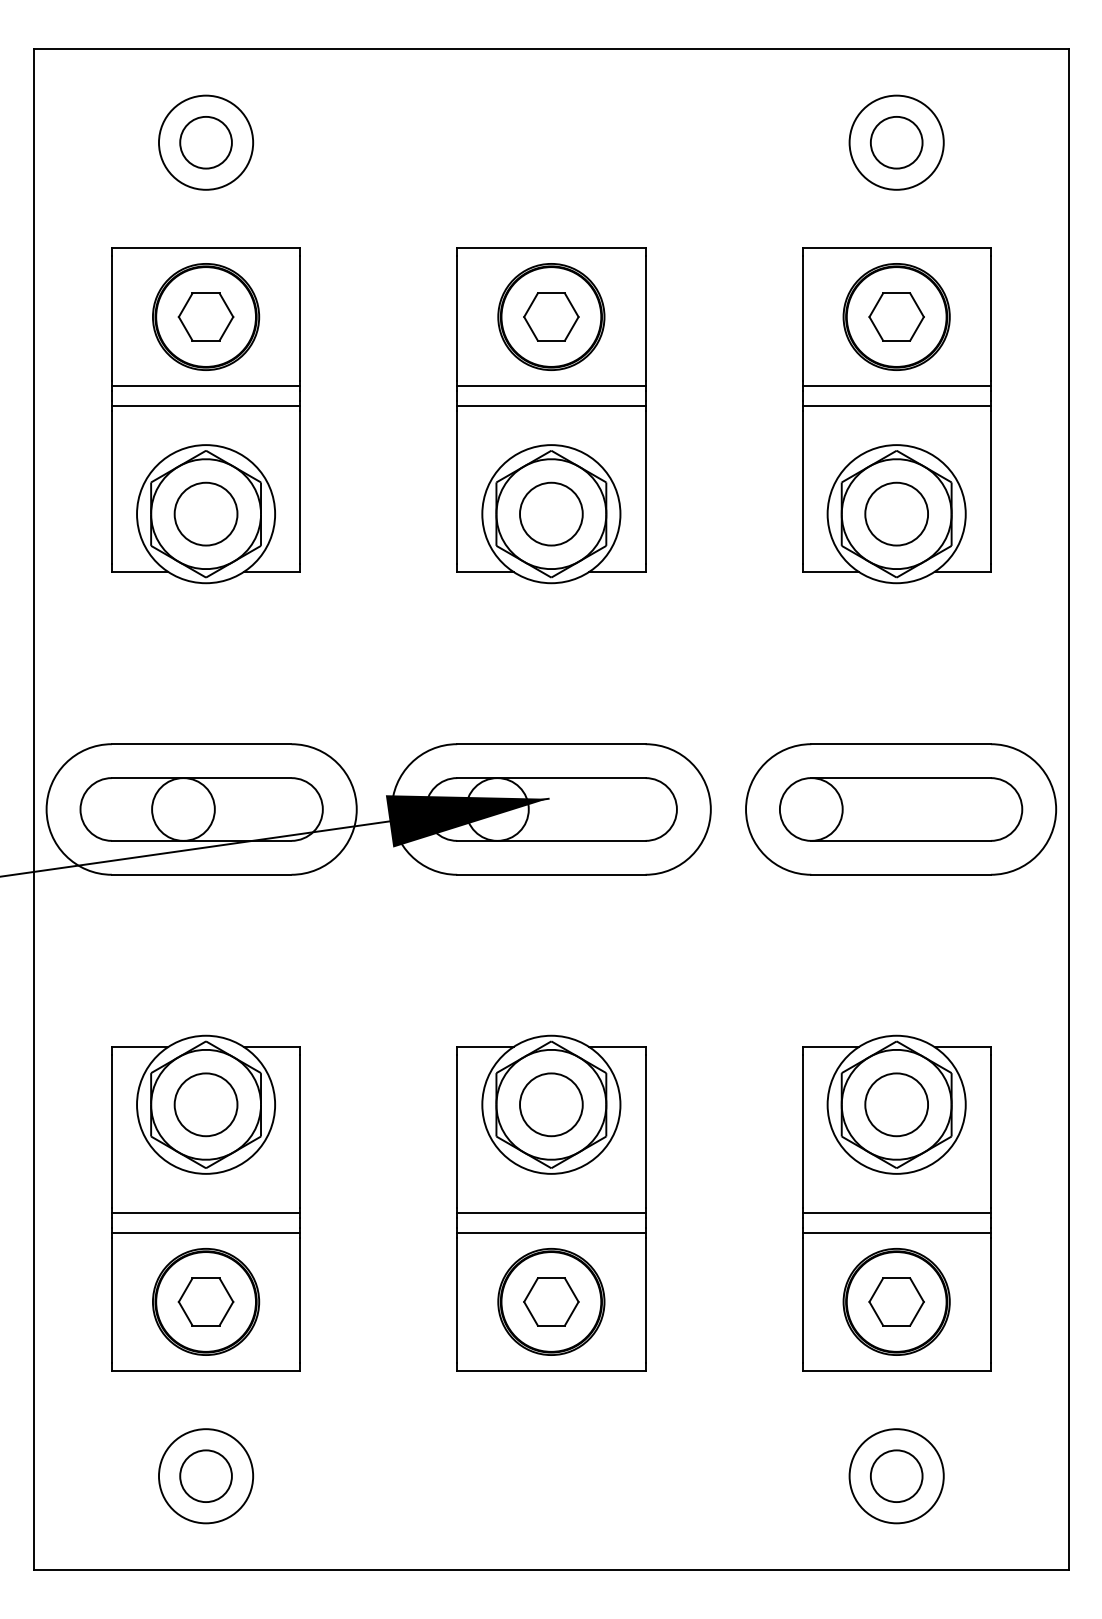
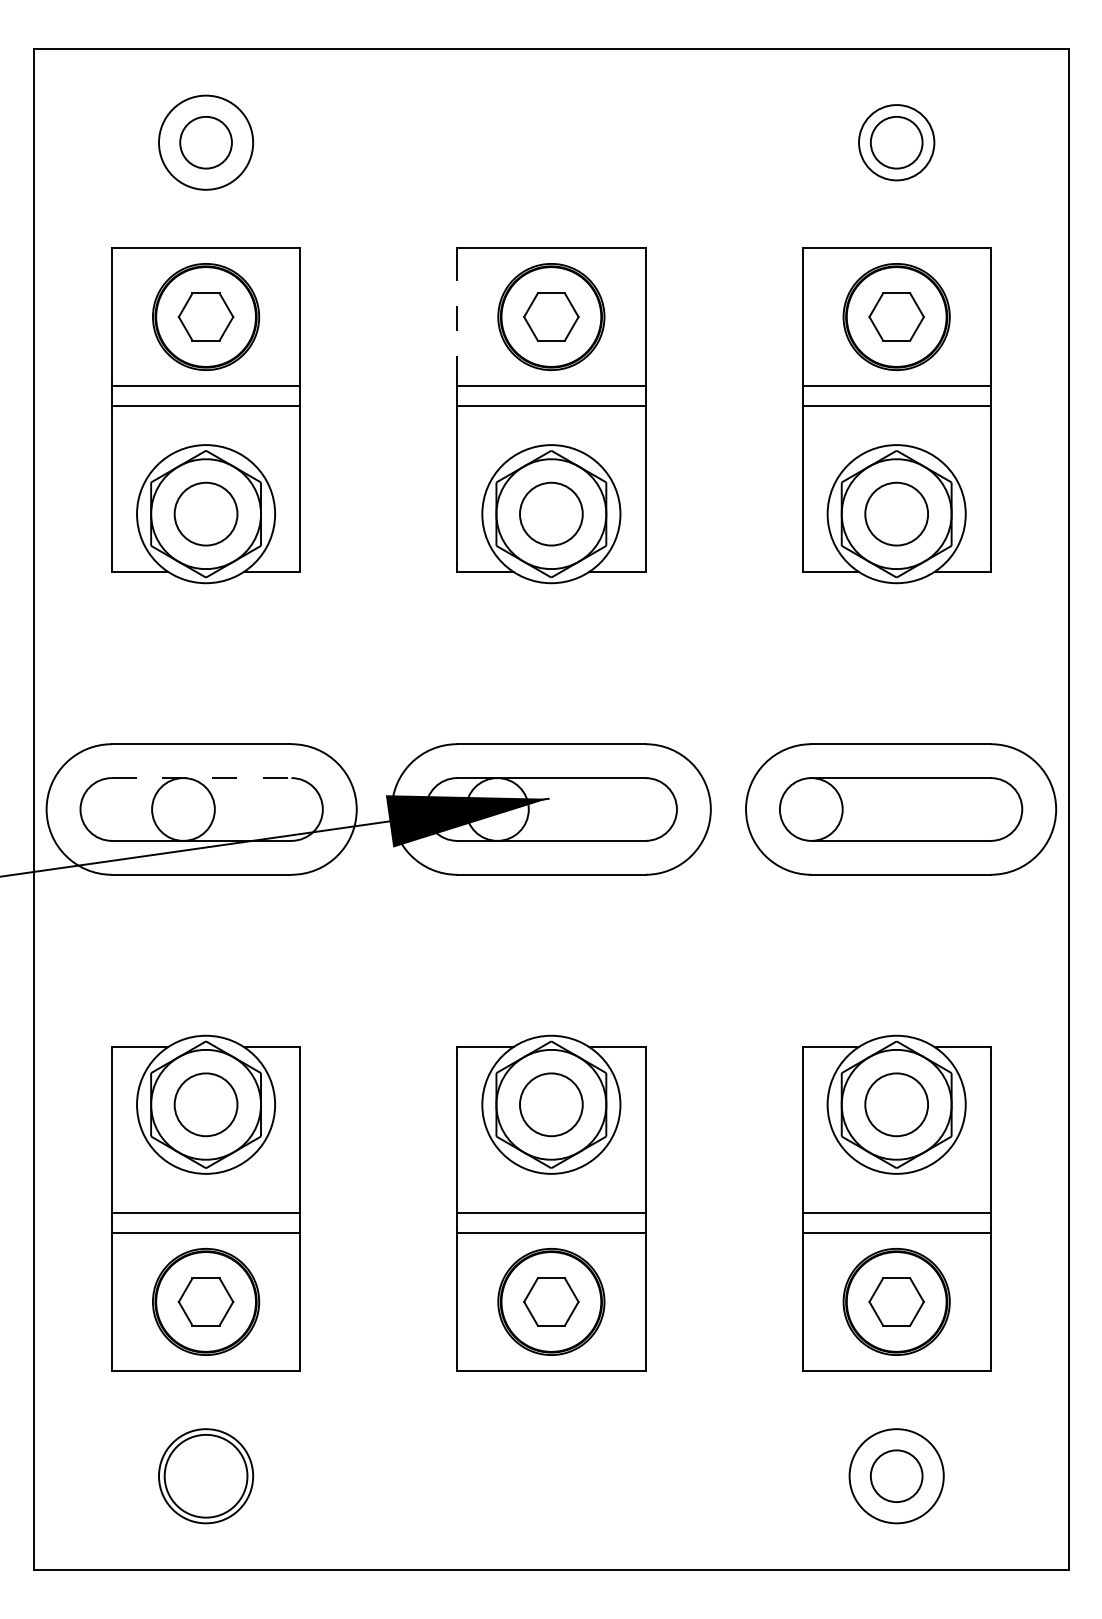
circle at (896, 142) diameter: 94 px -> 75 px
line at (457, 318): solid -> dashed
line at (201, 778): solid -> dashed
circle at (205, 1476) diameter: 52 px -> 83 px
